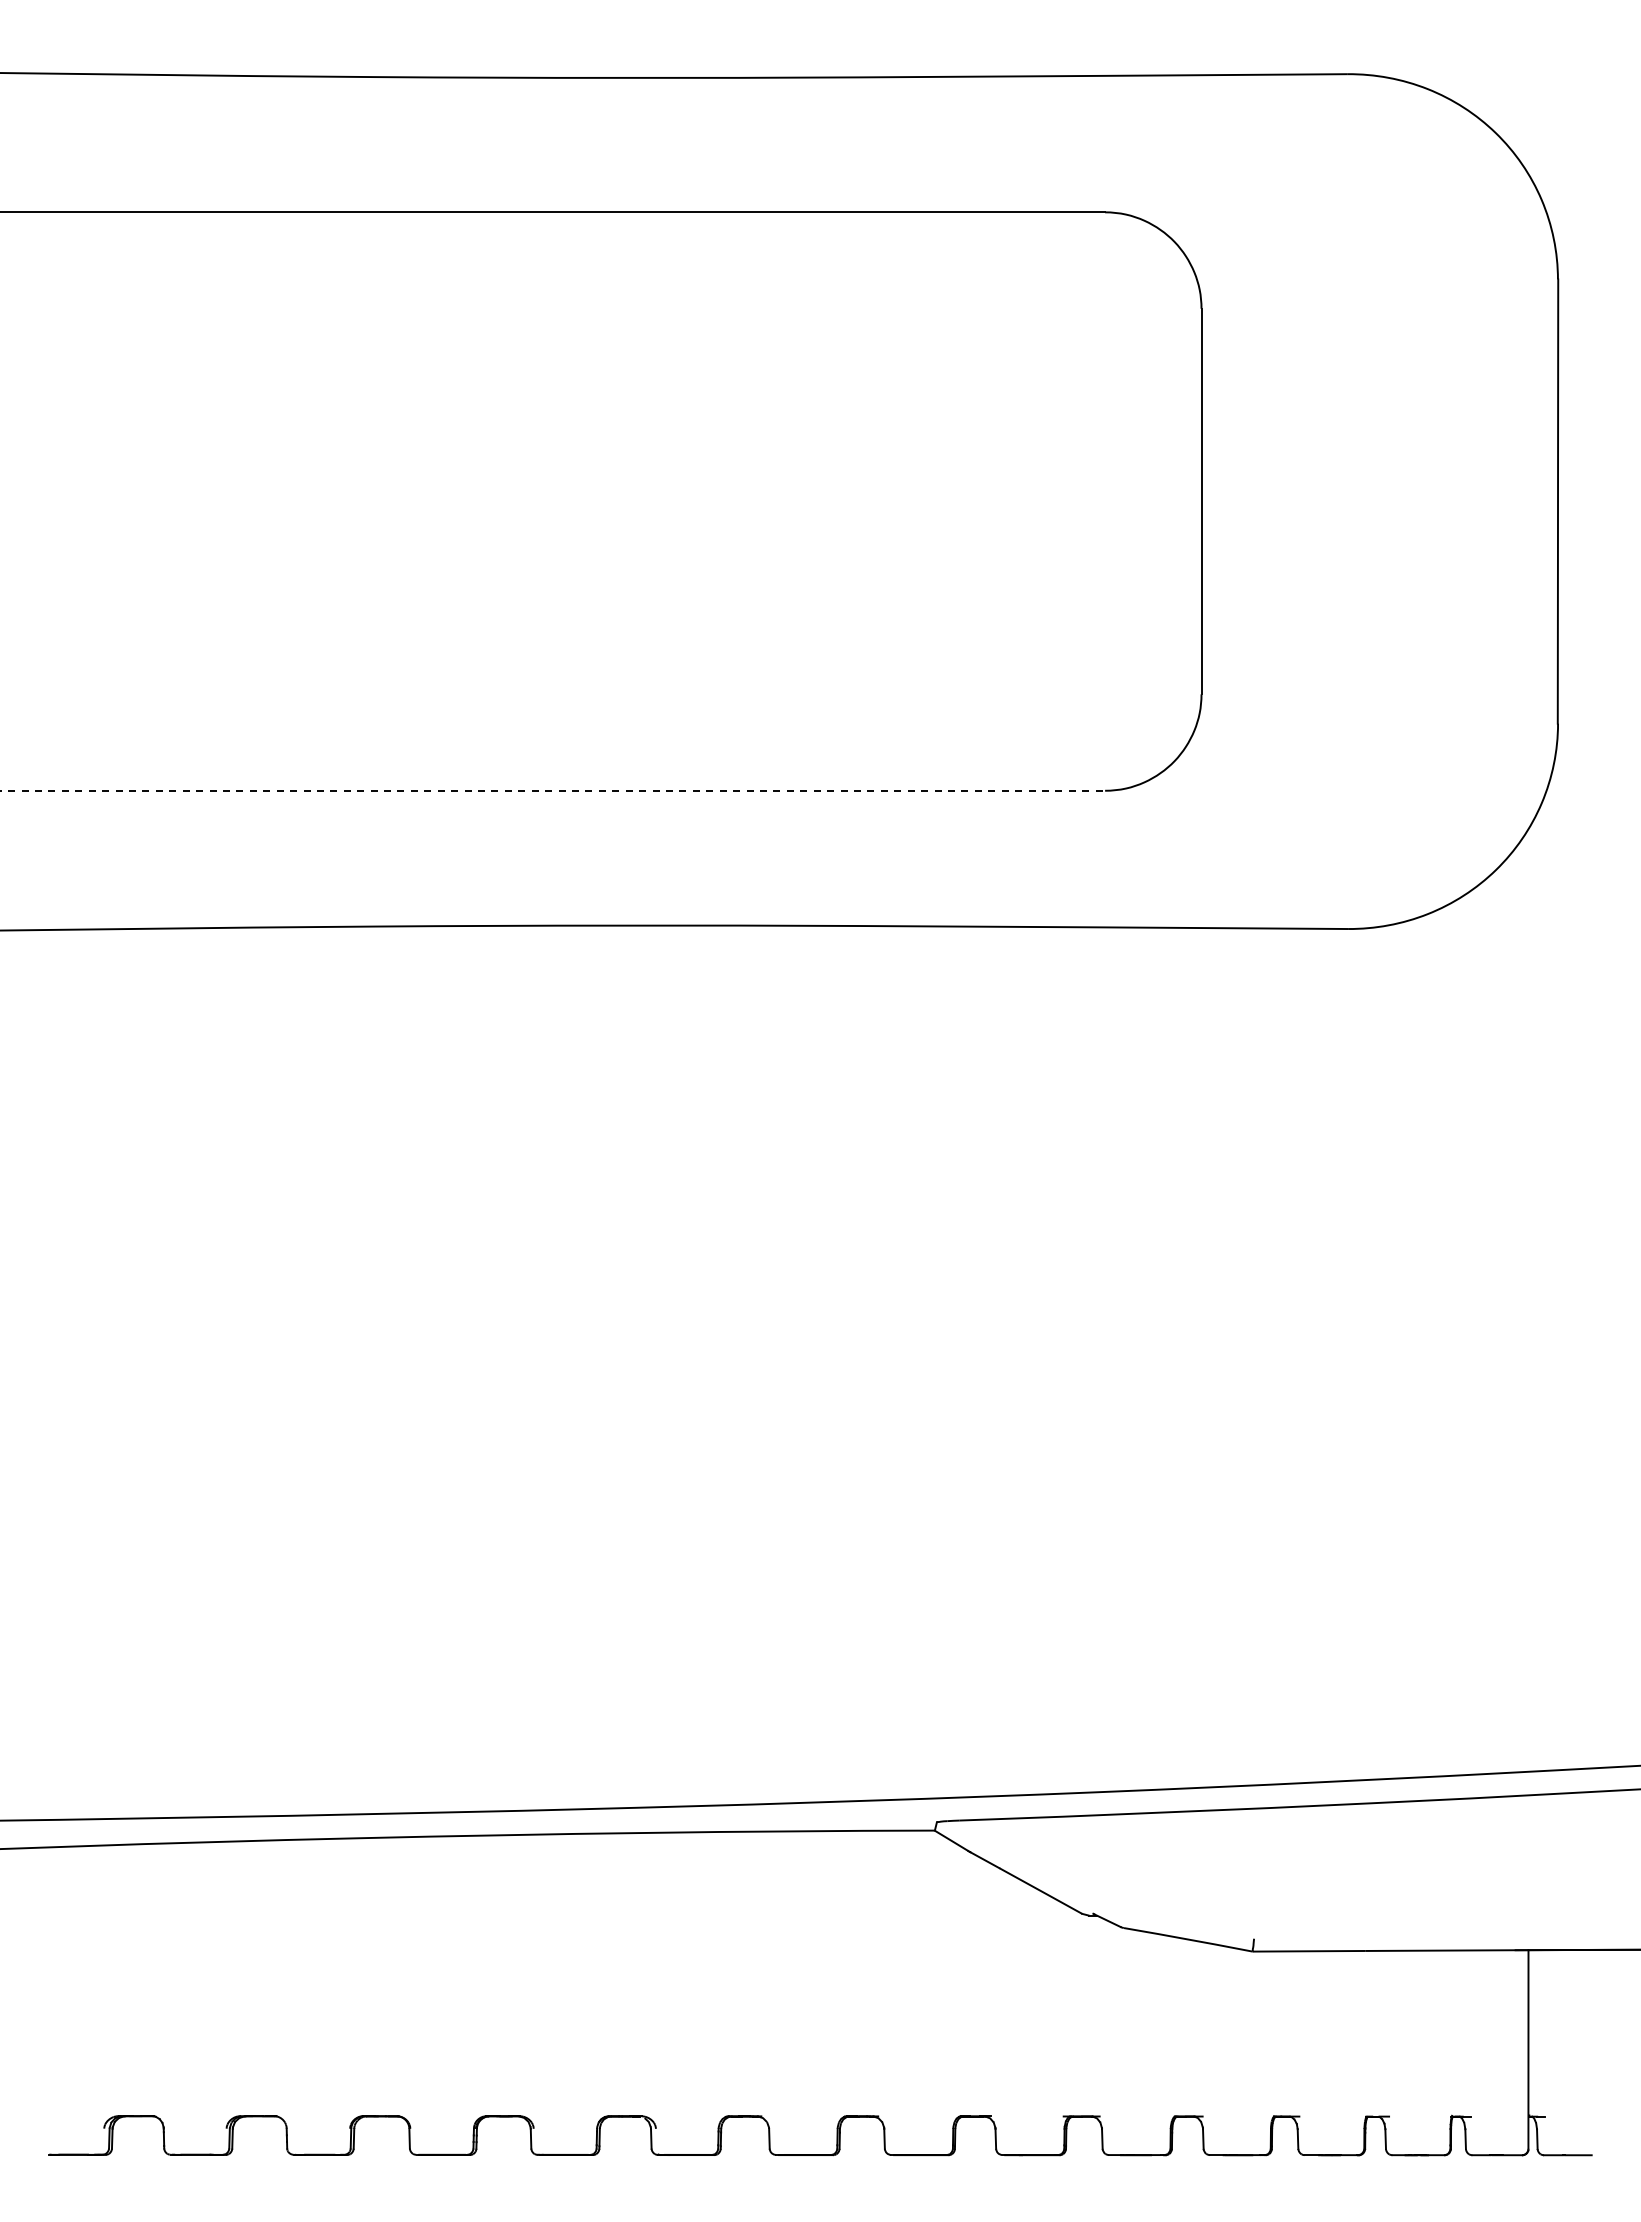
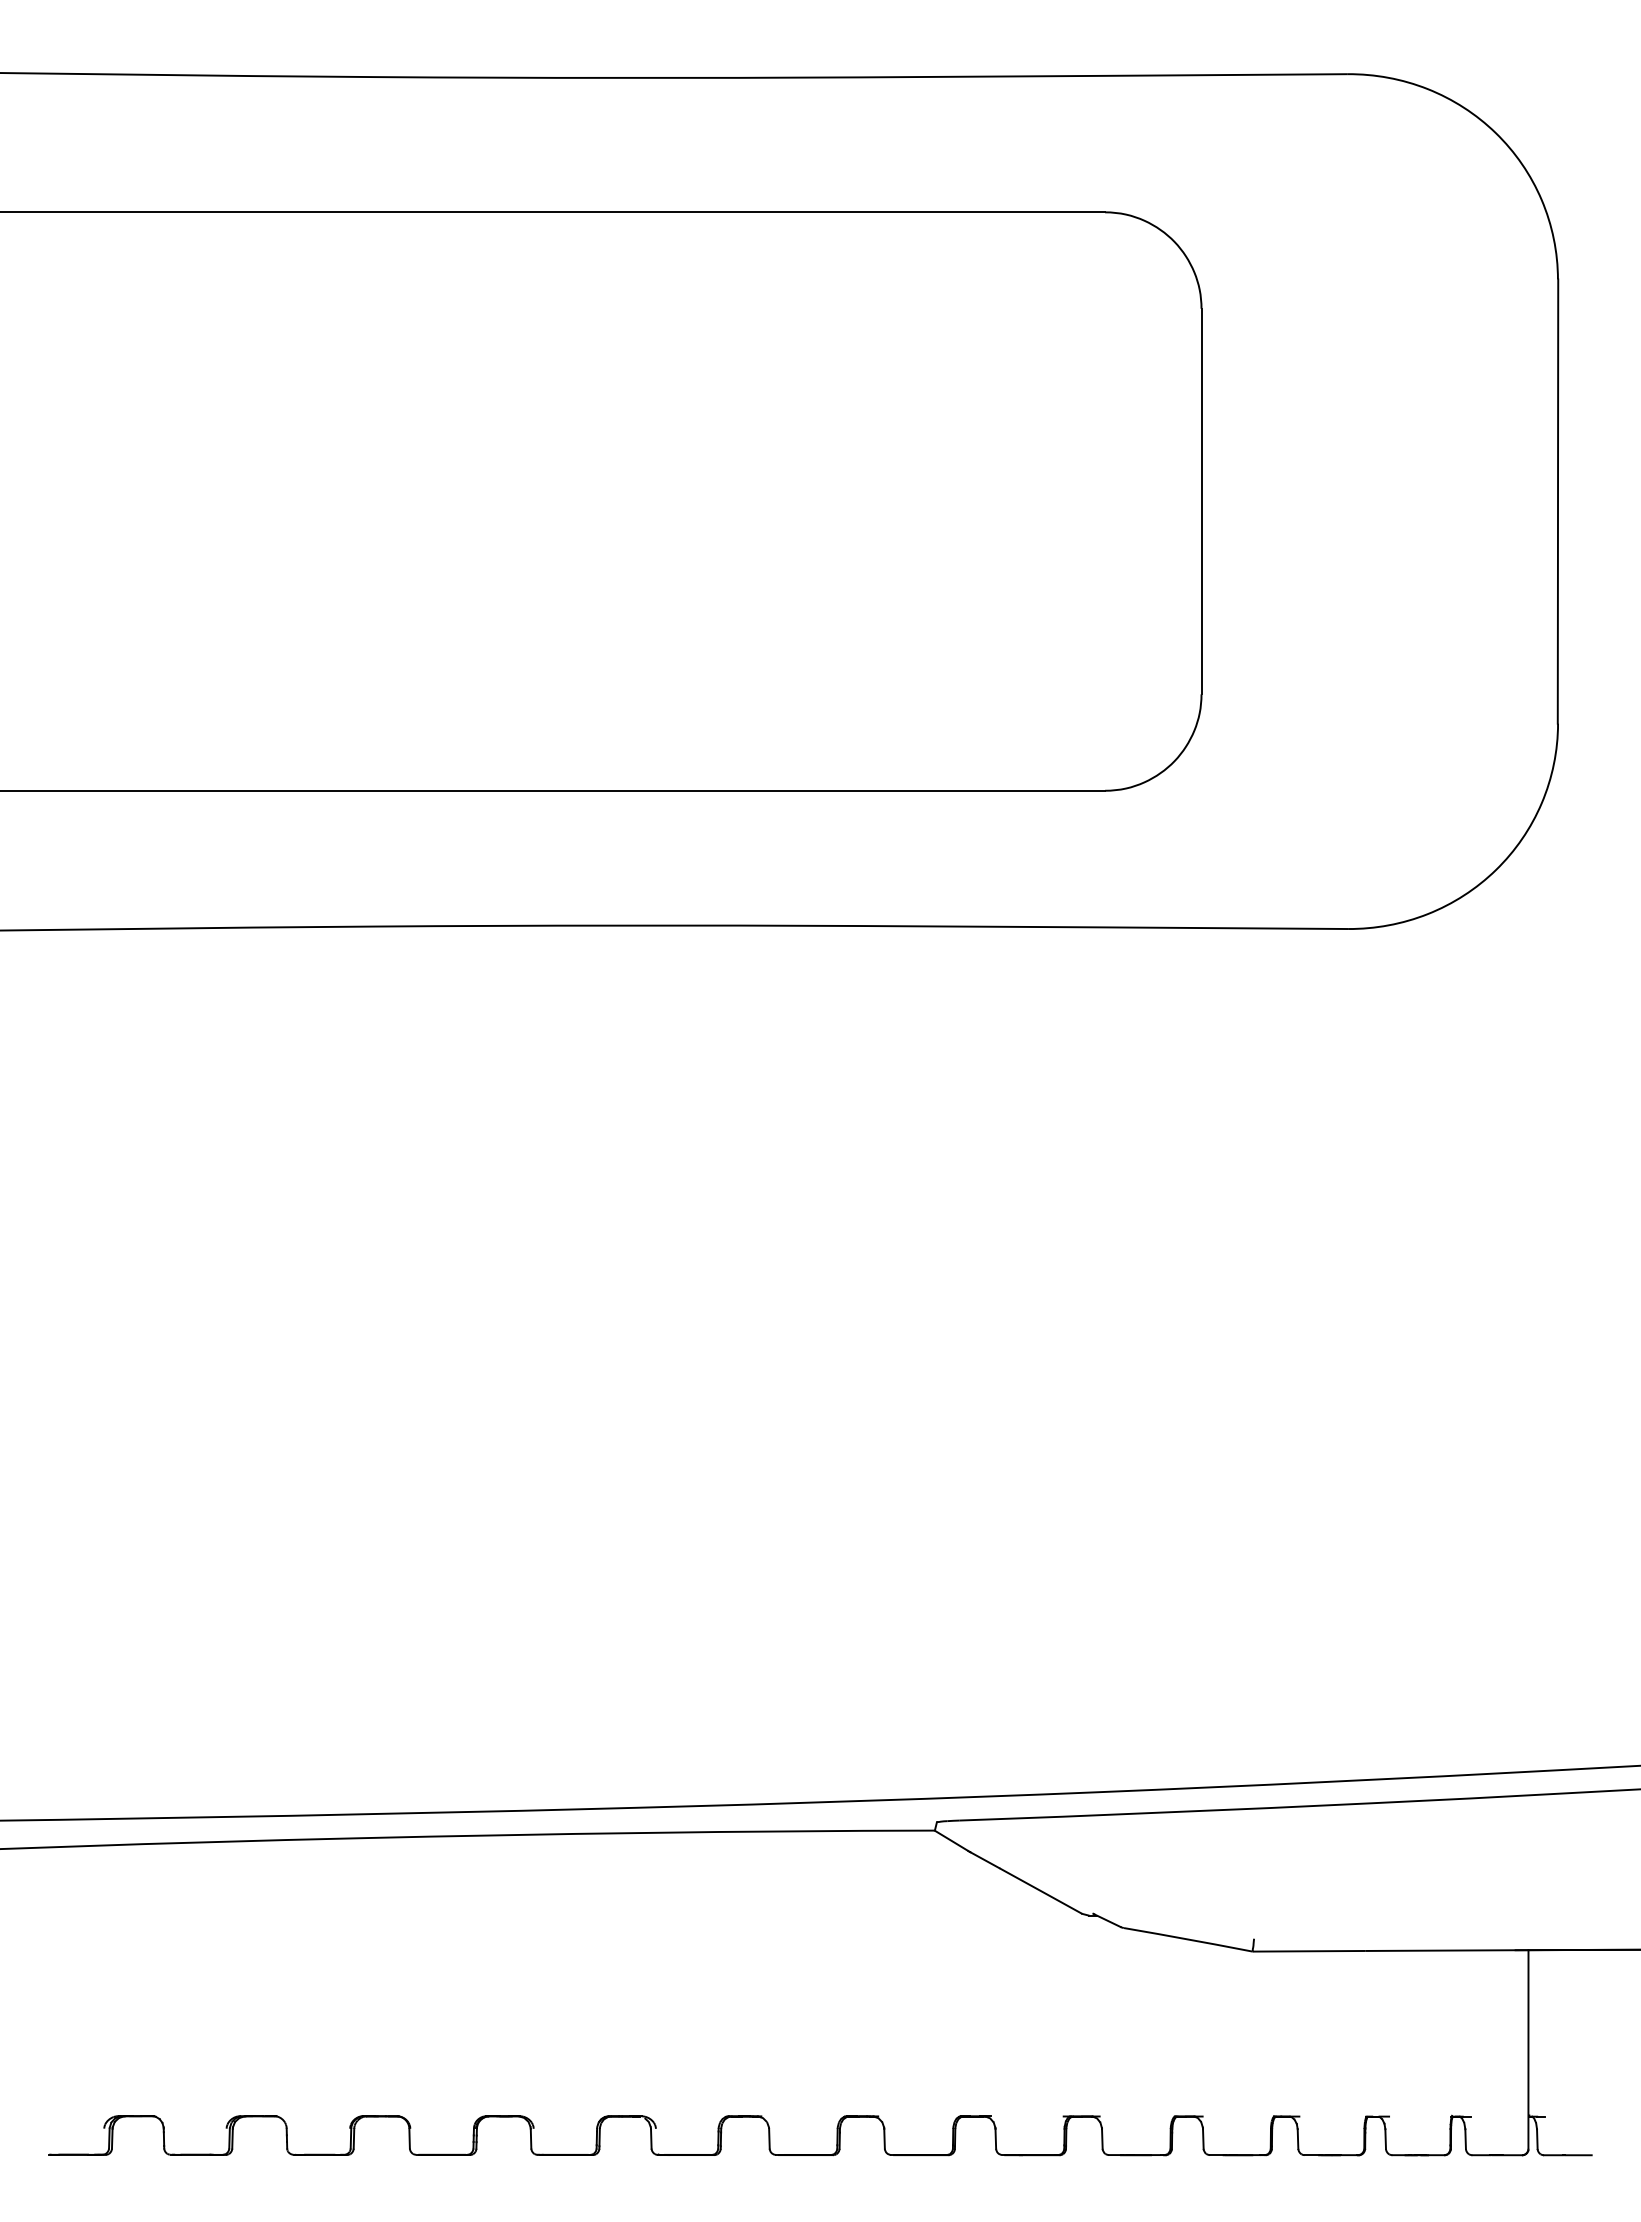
line at (553, 790): dashed -> solid
